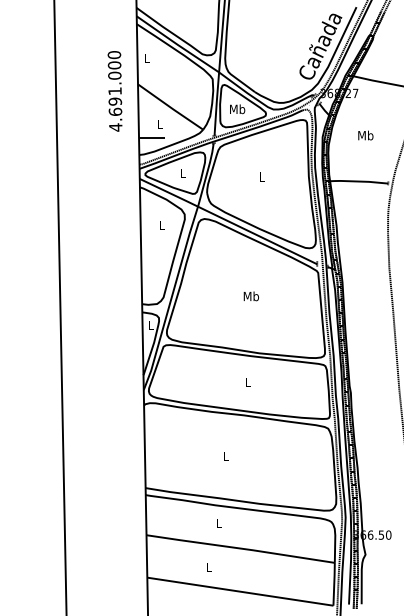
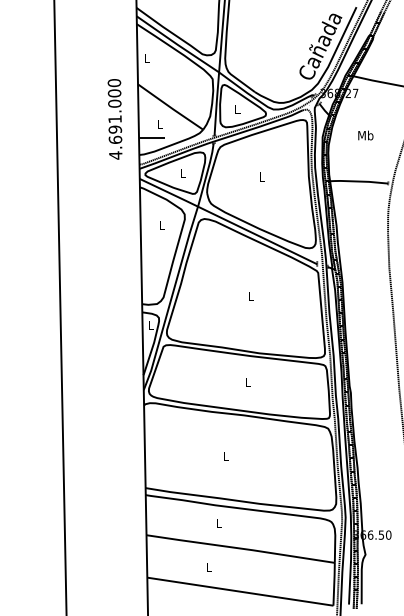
text at (114, 91) position: (114, 91) -> (114, 119)
text at (237, 109): Mb -> L
text at (251, 296): Mb -> L
